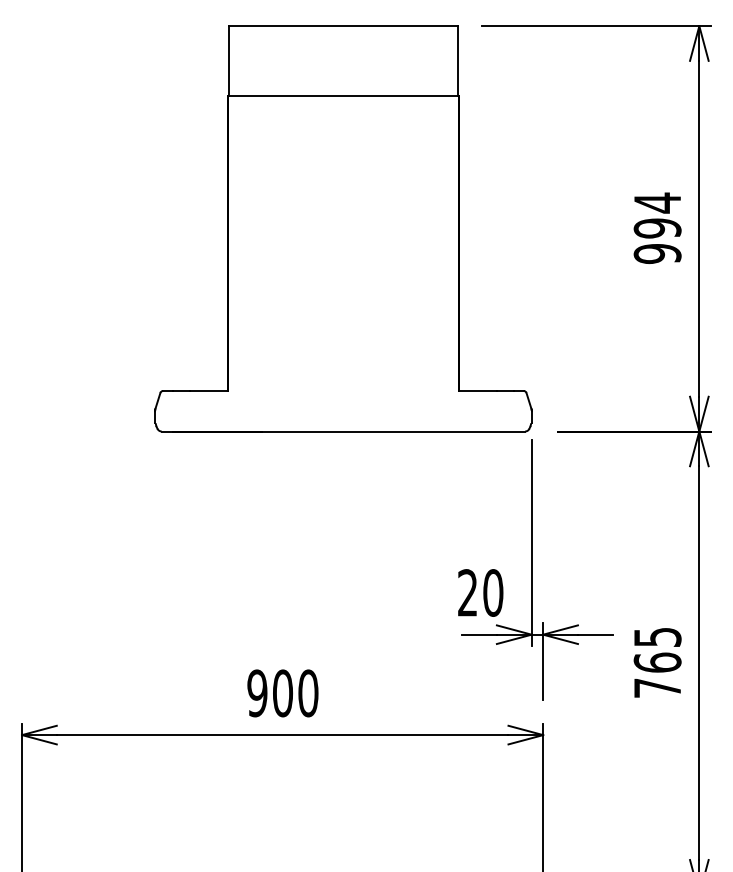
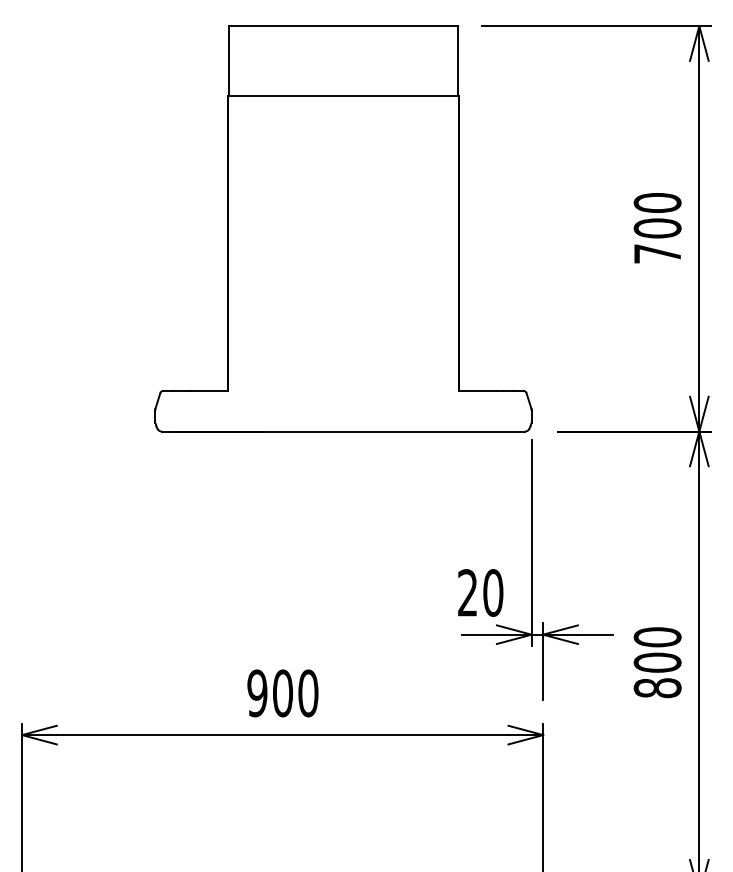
text at (657, 228): 994 -> 700
text at (657, 662): 765 -> 800
